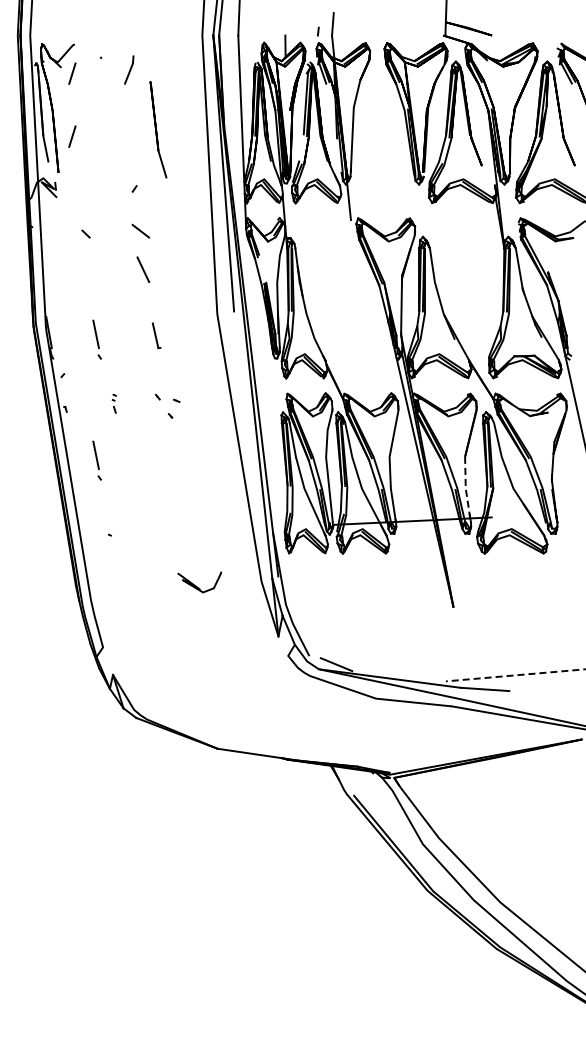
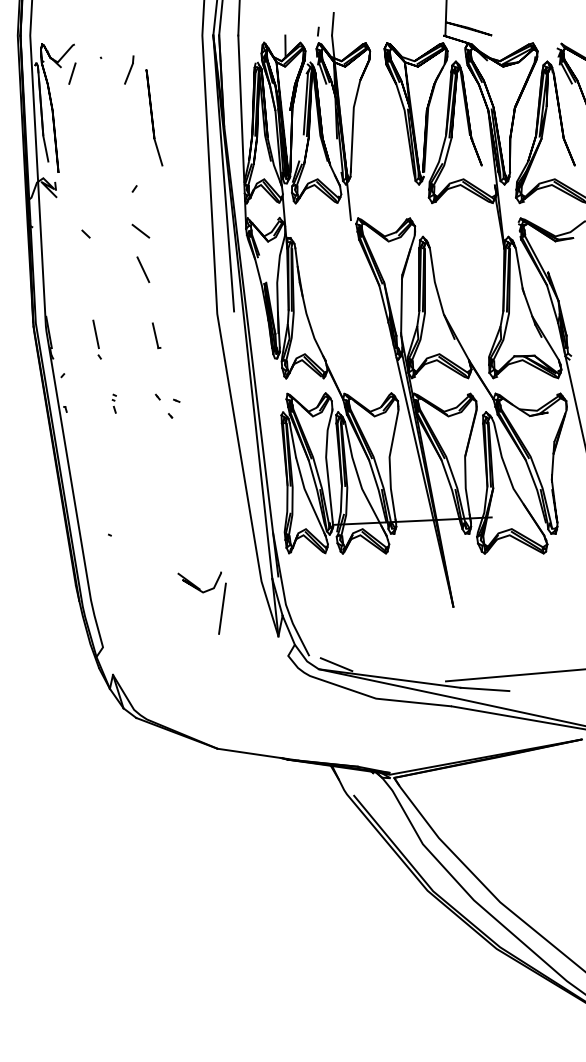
curve at (157, 130) position: (157, 130) -> (153, 118)
line at (72, 136): present -> none
part at (96, 460): present -> none
line at (465, 489): dashed -> solid
line at (222, 608): none -> present
line at (515, 675): dashed -> solid
